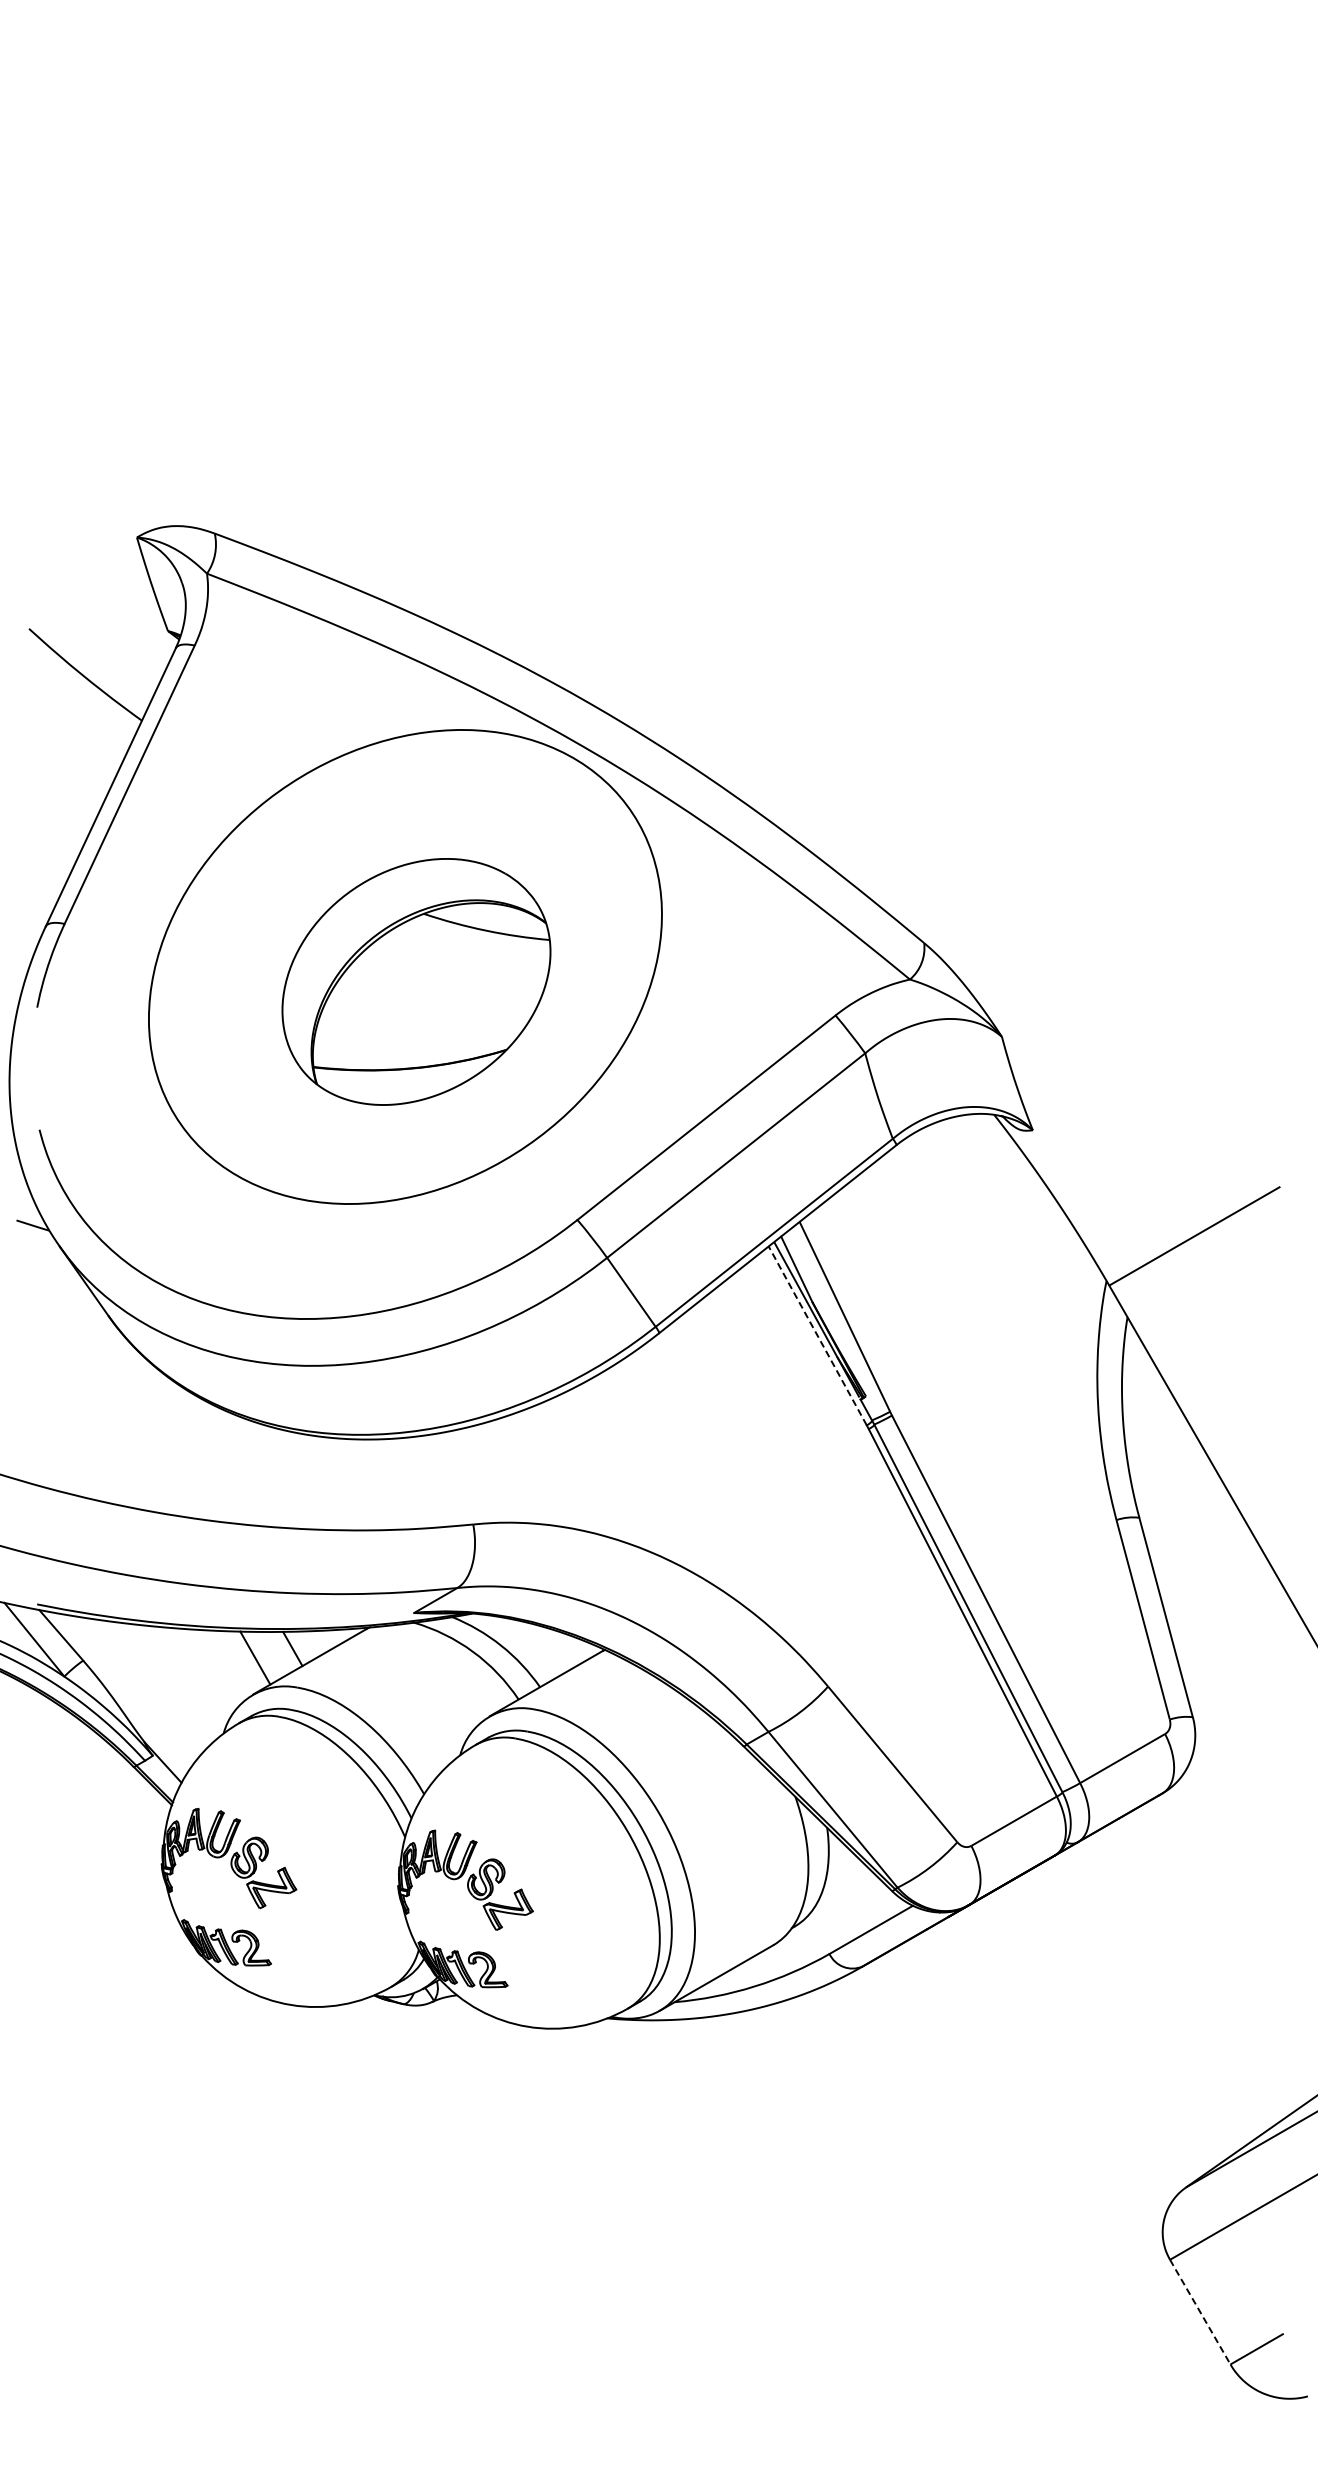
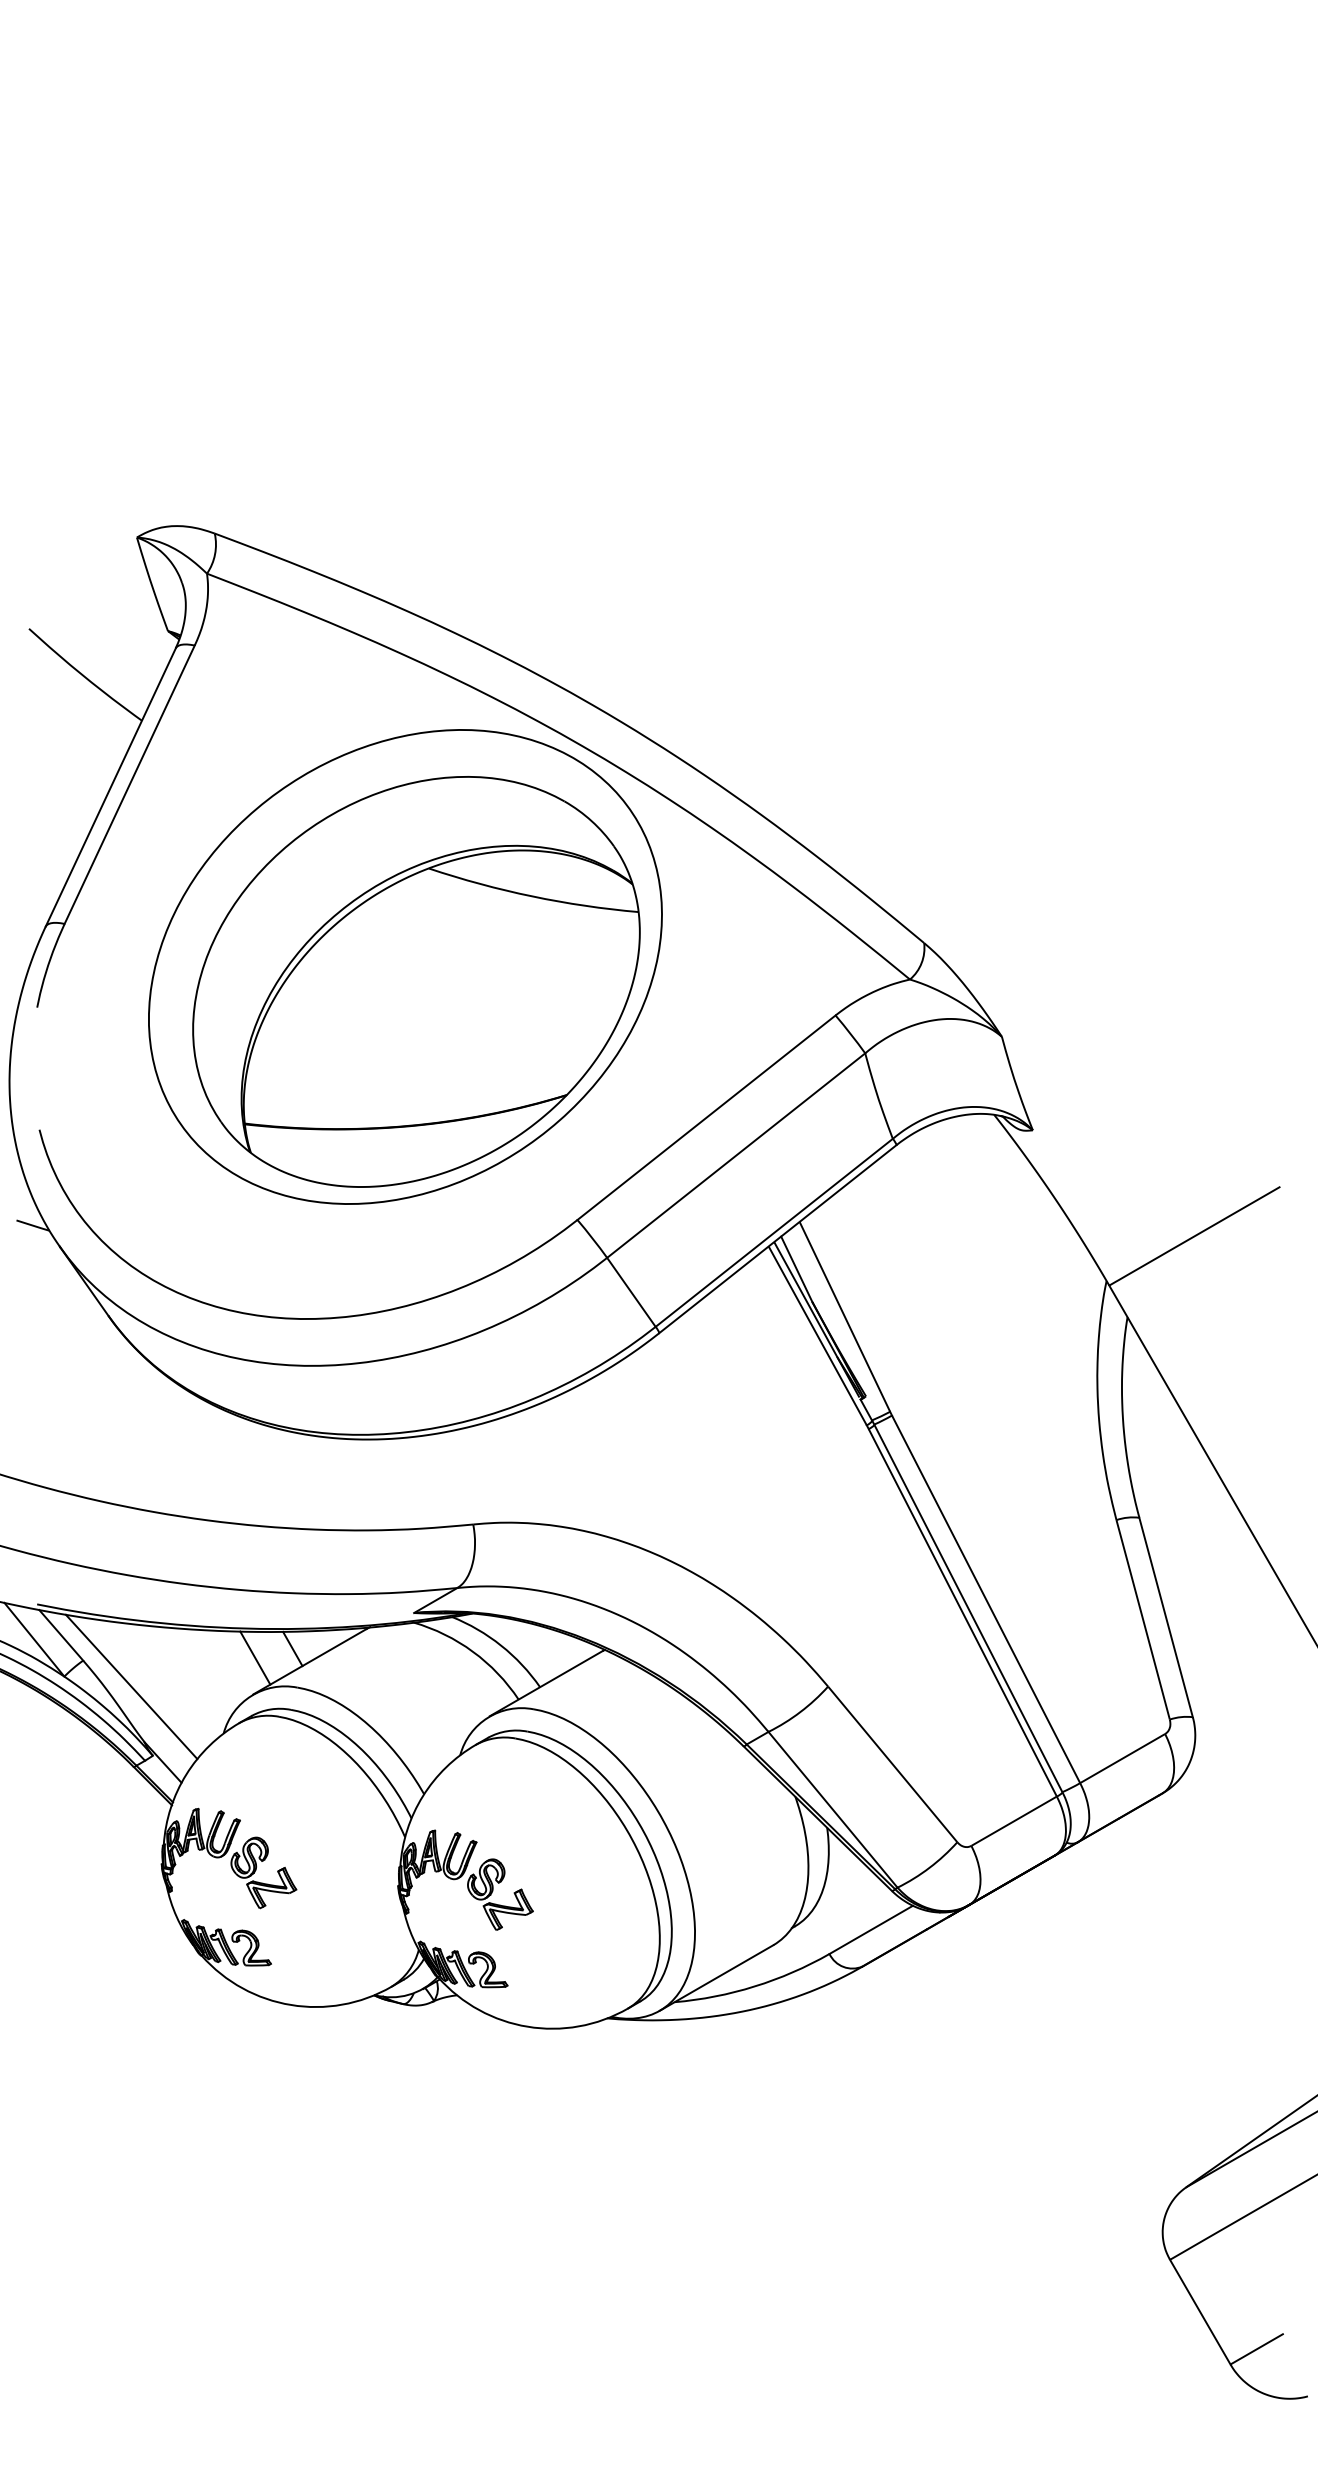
part at (416, 981) size: 271x248 px -> 449x412 px
line at (817, 1335): dashed -> solid
line at (131, 1686): none -> present
line at (1200, 2312): dashed -> solid
